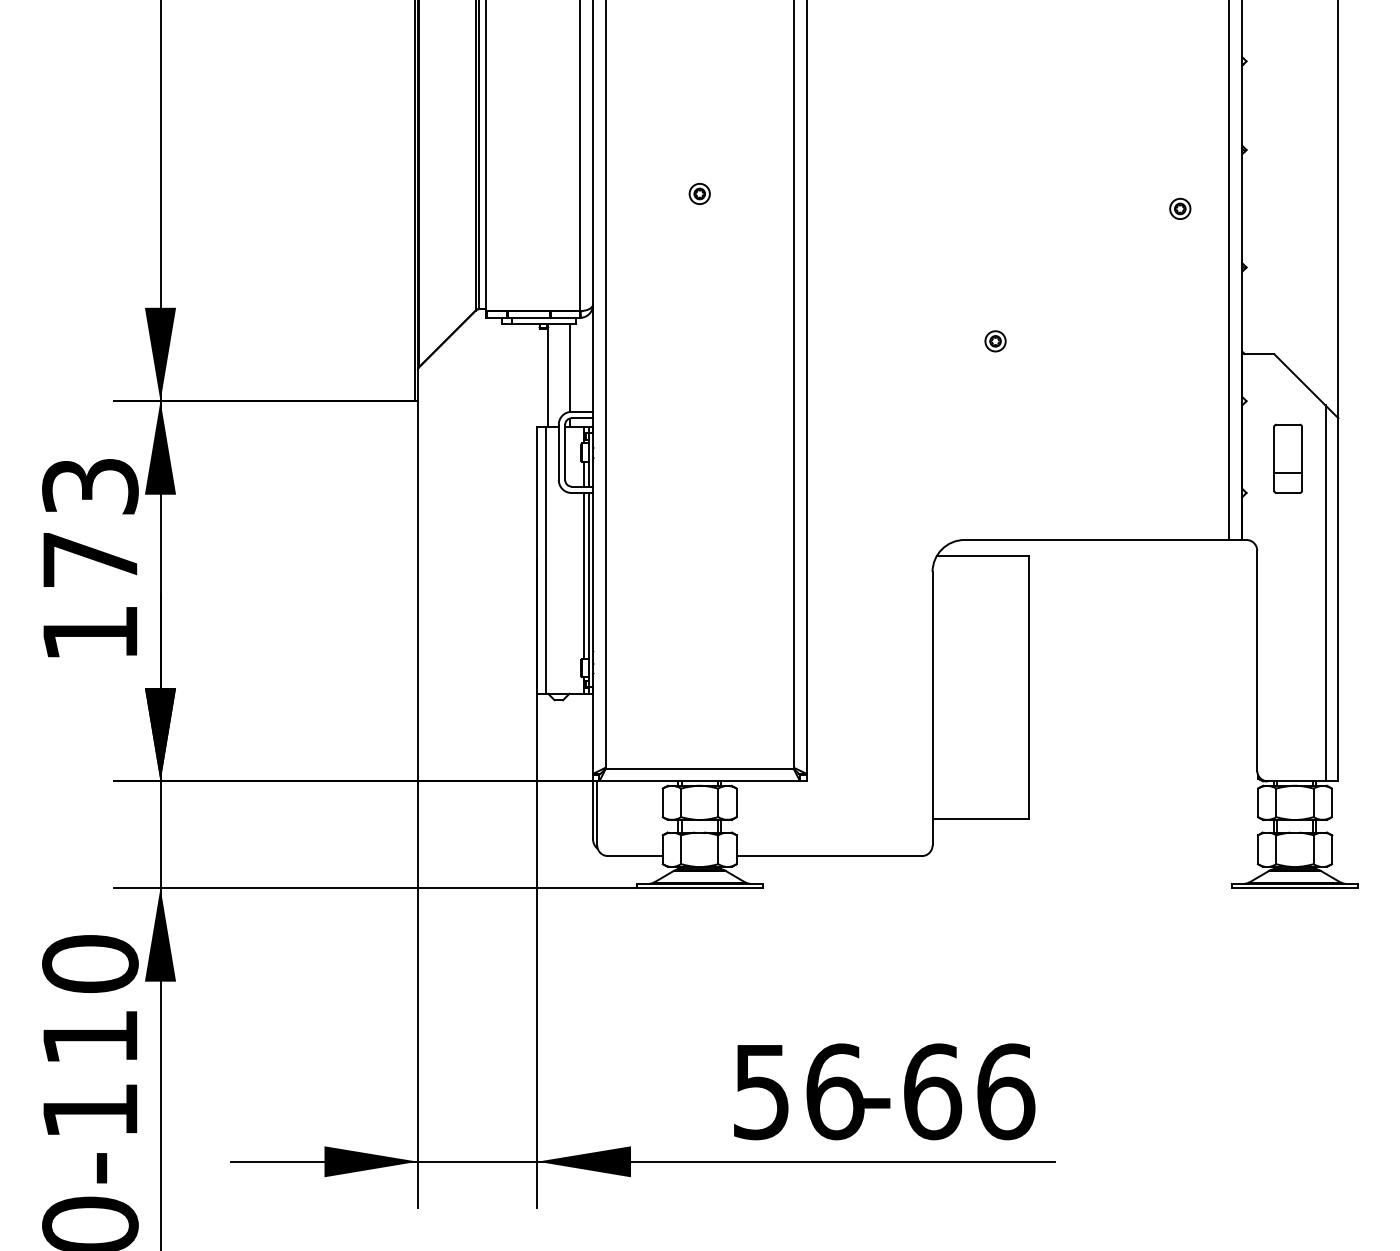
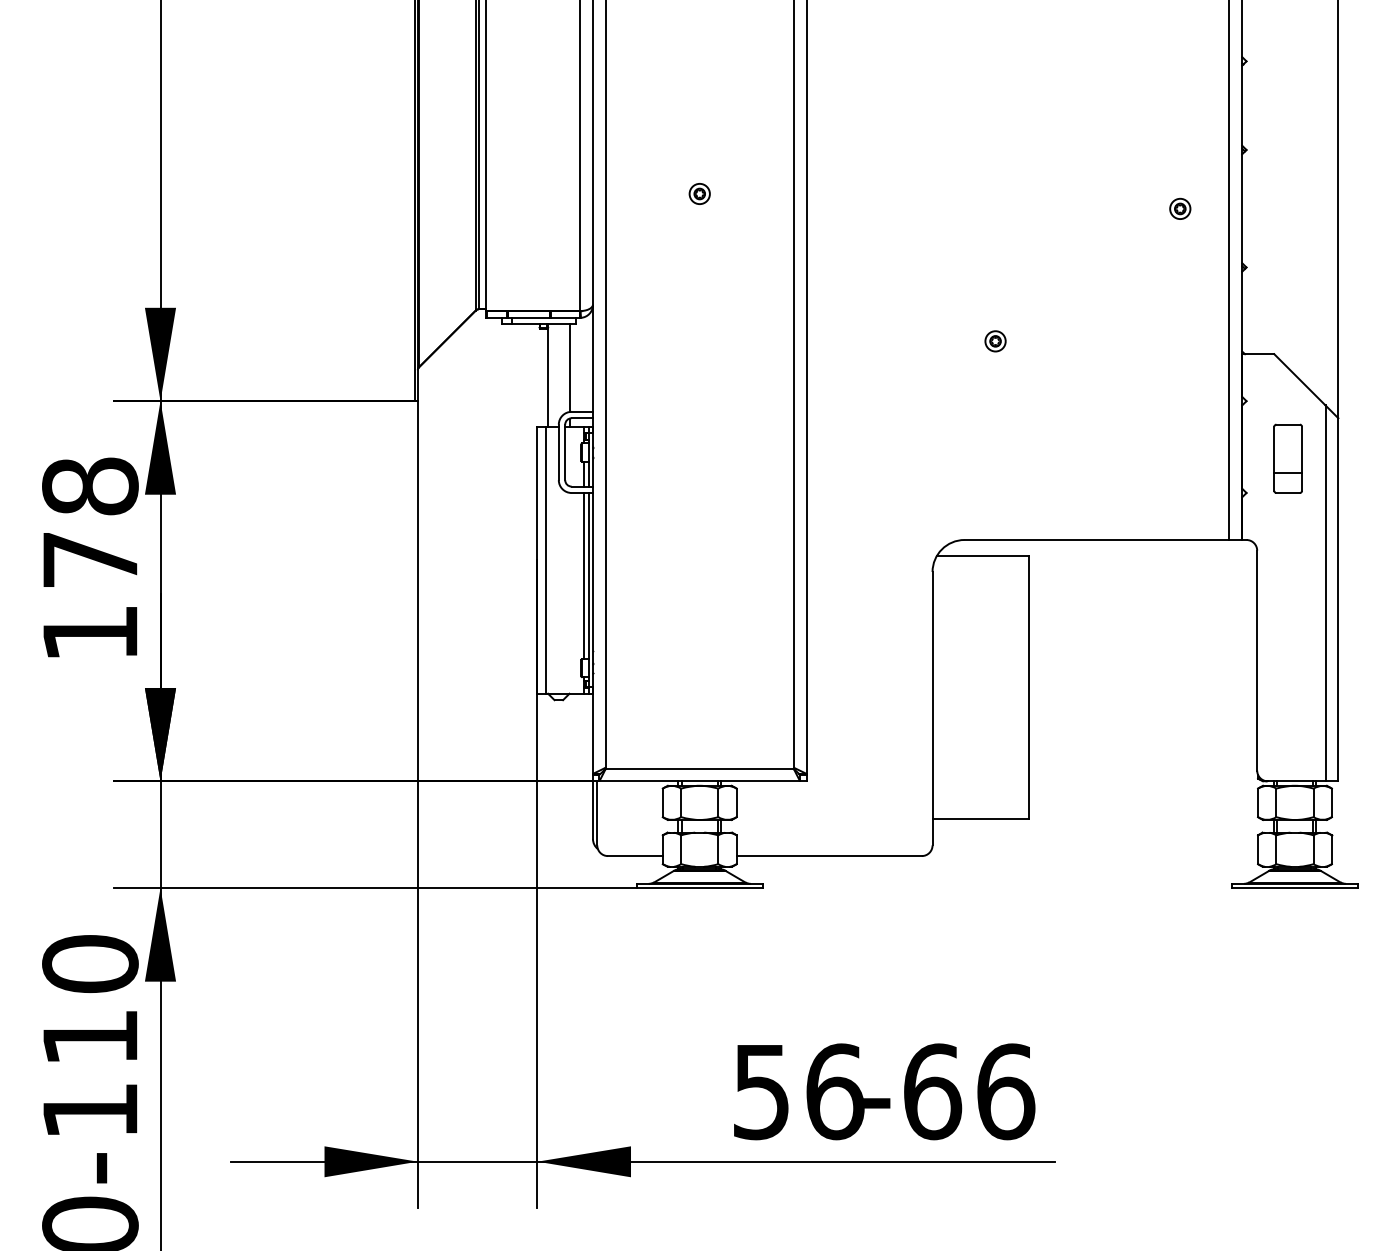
text at (90, 486): 173 -> 178
